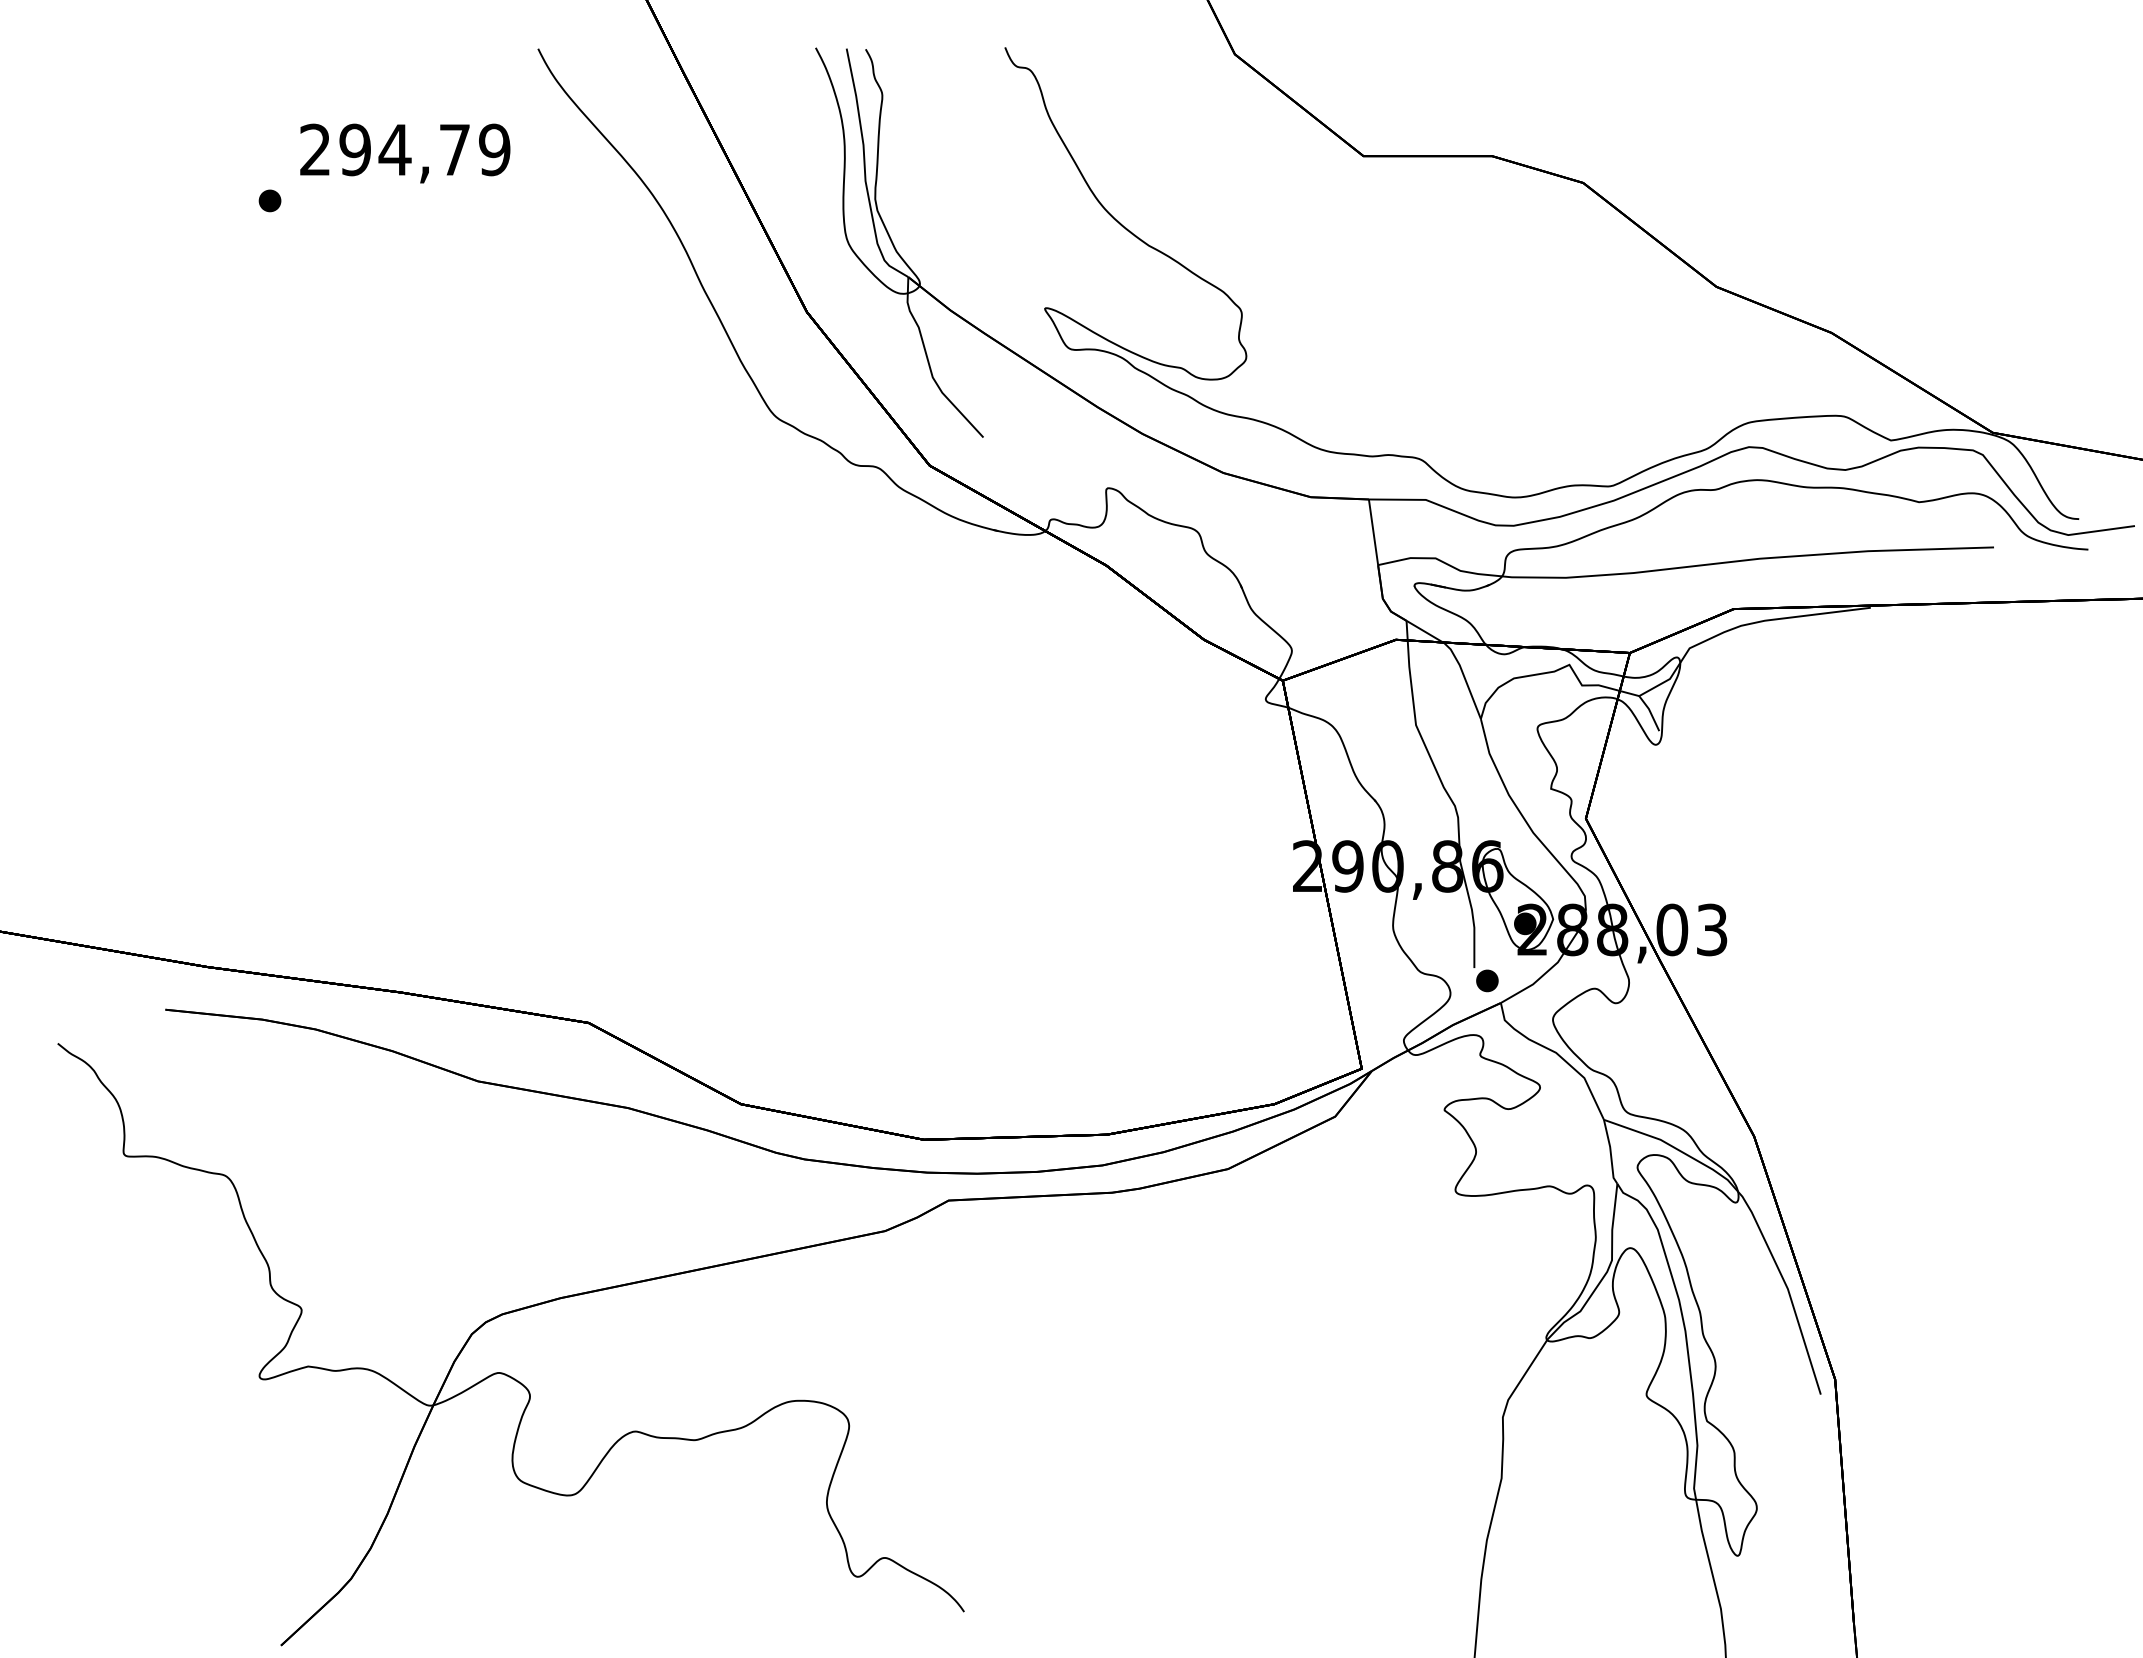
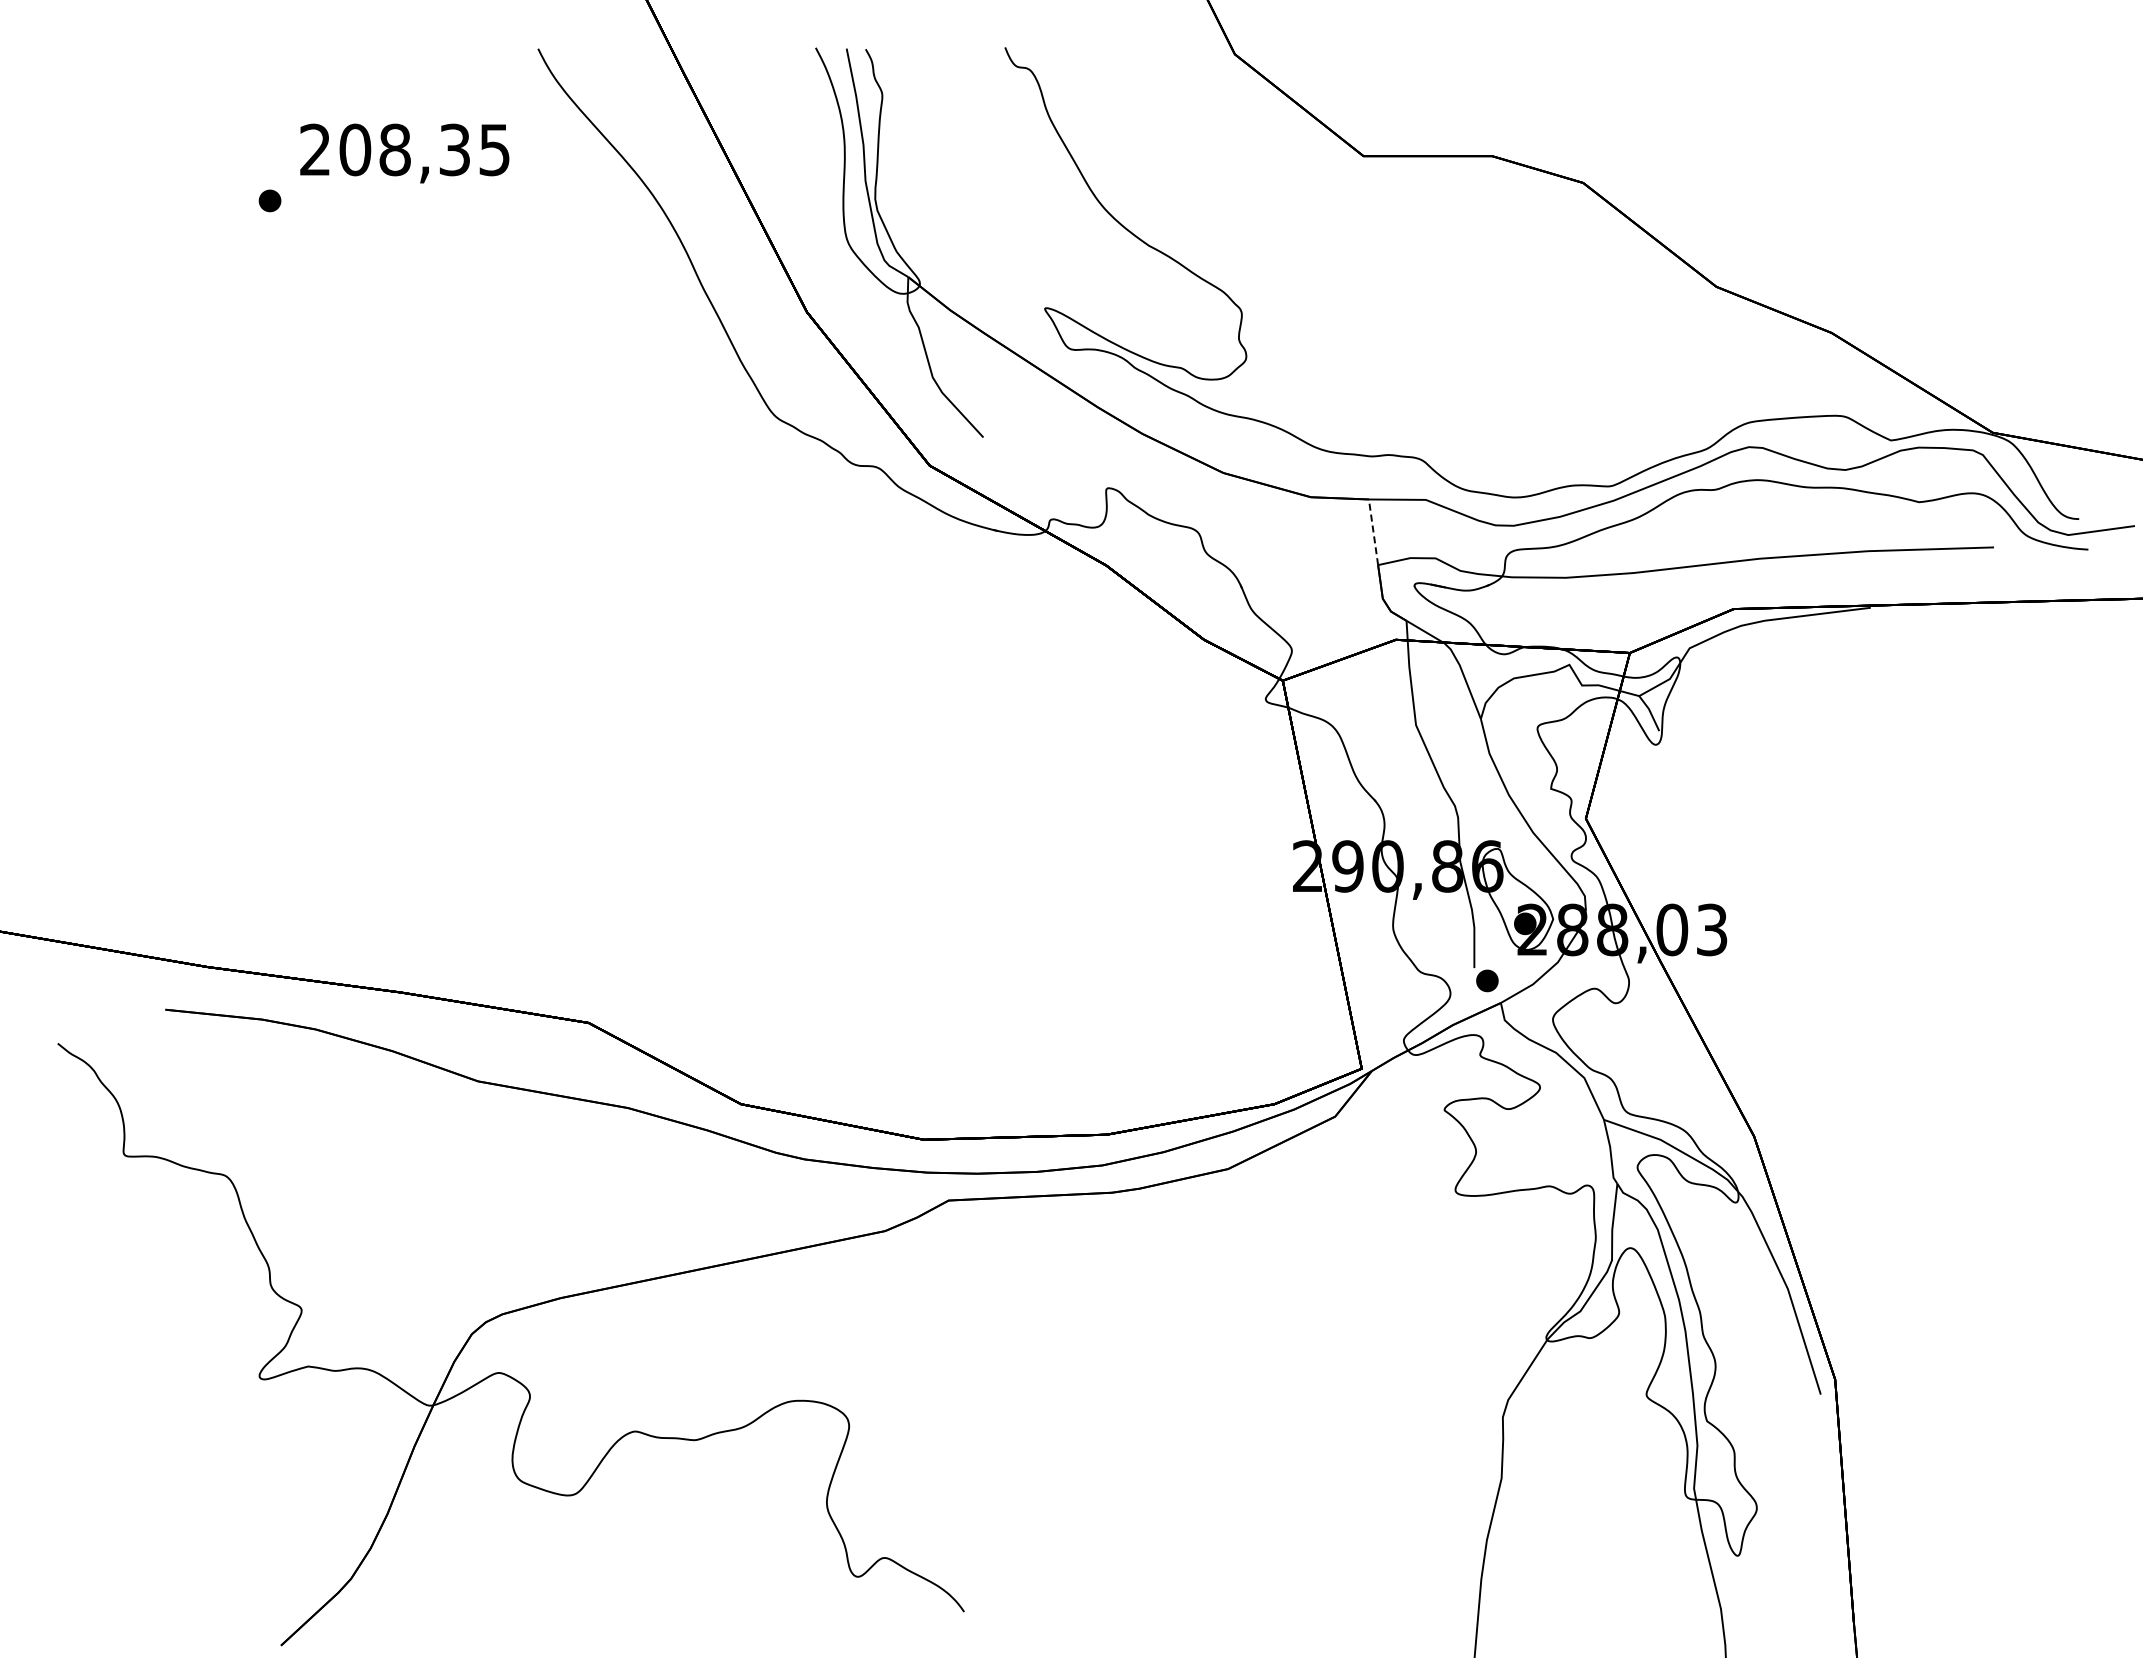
text at (424, 149): 294,79 -> 208,35
line at (1373, 531): solid -> dashed
